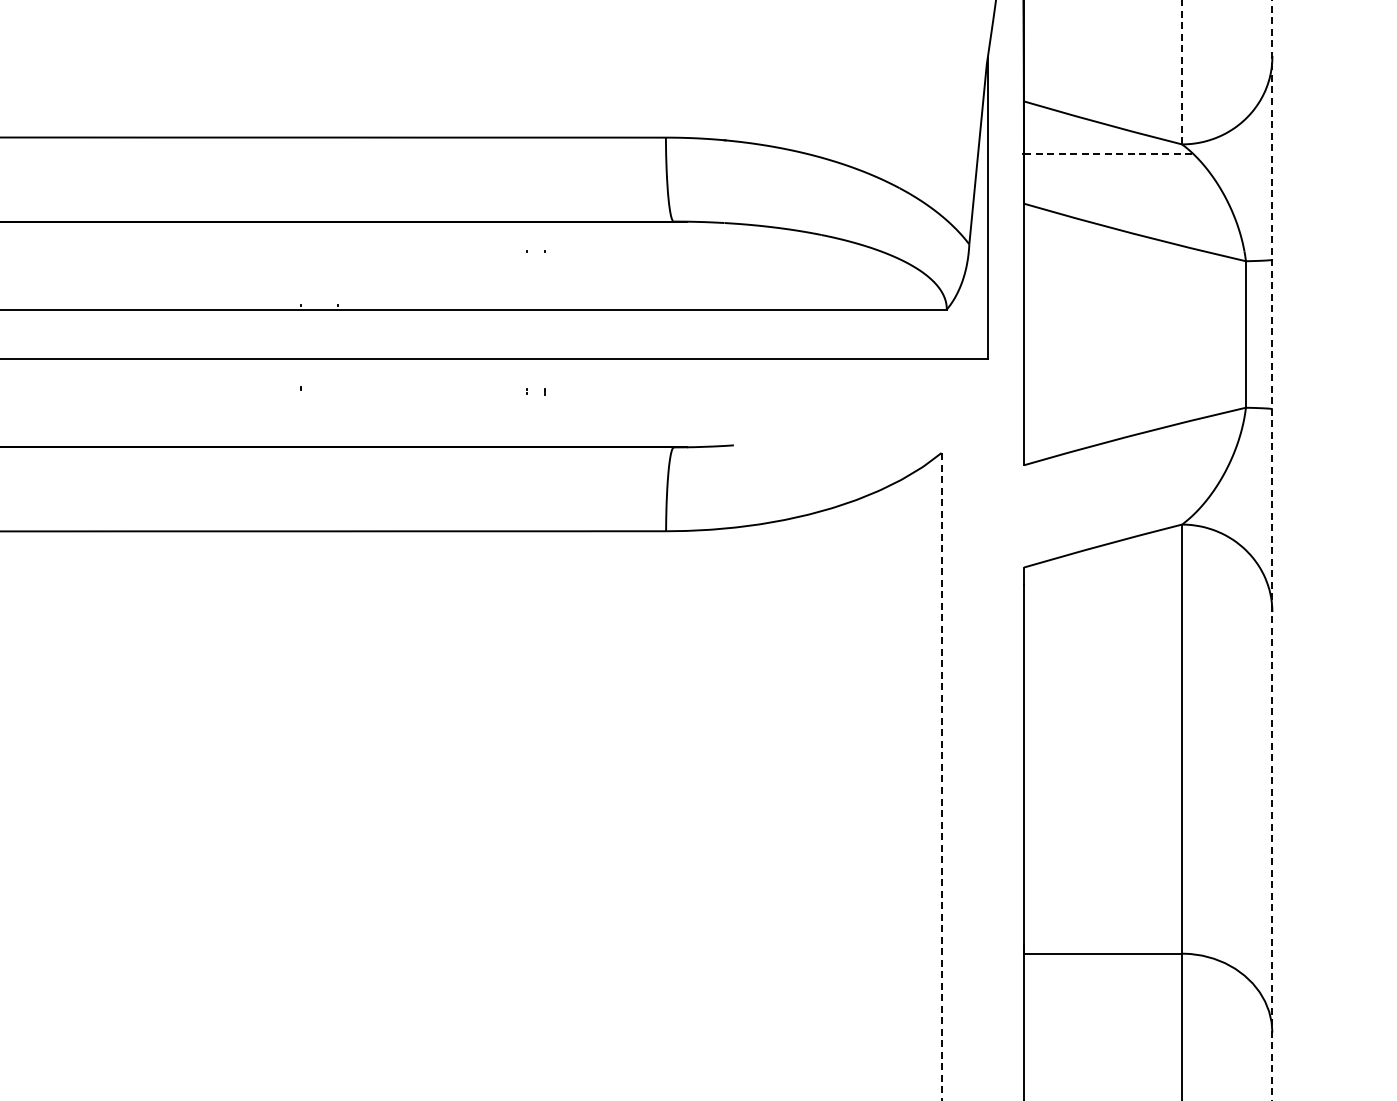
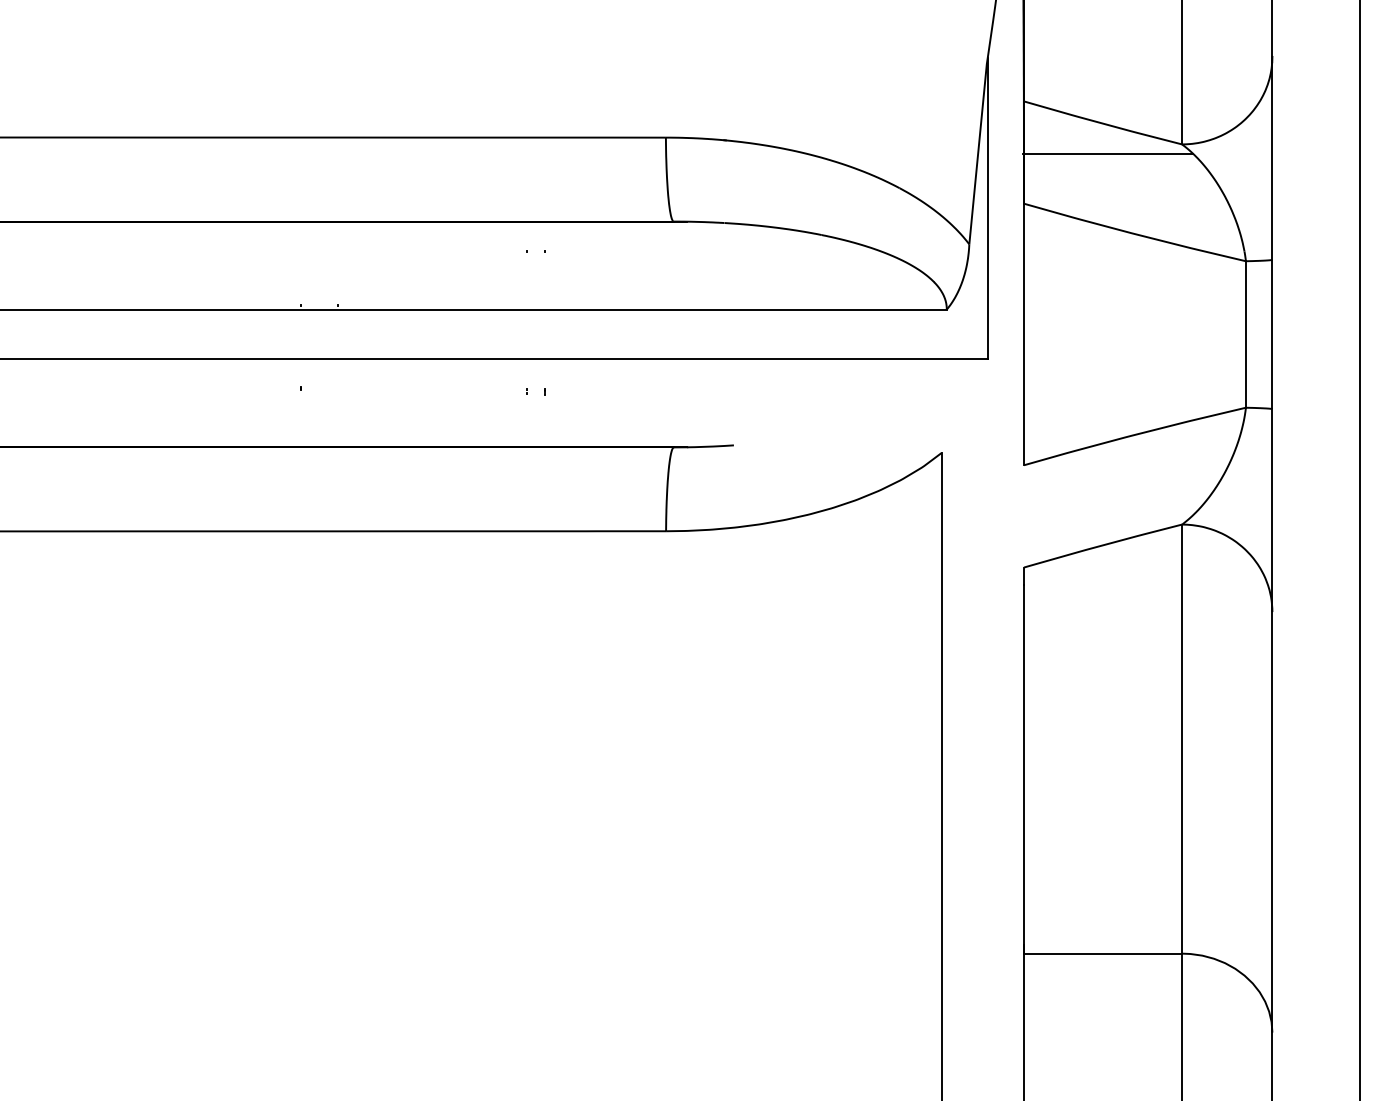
line at (1182, 72): dashed -> solid
line at (1108, 153): dashed -> solid
line at (1272, 549): dashed -> solid
line at (1359, 549): none -> present
line at (941, 777): dashed -> solid
